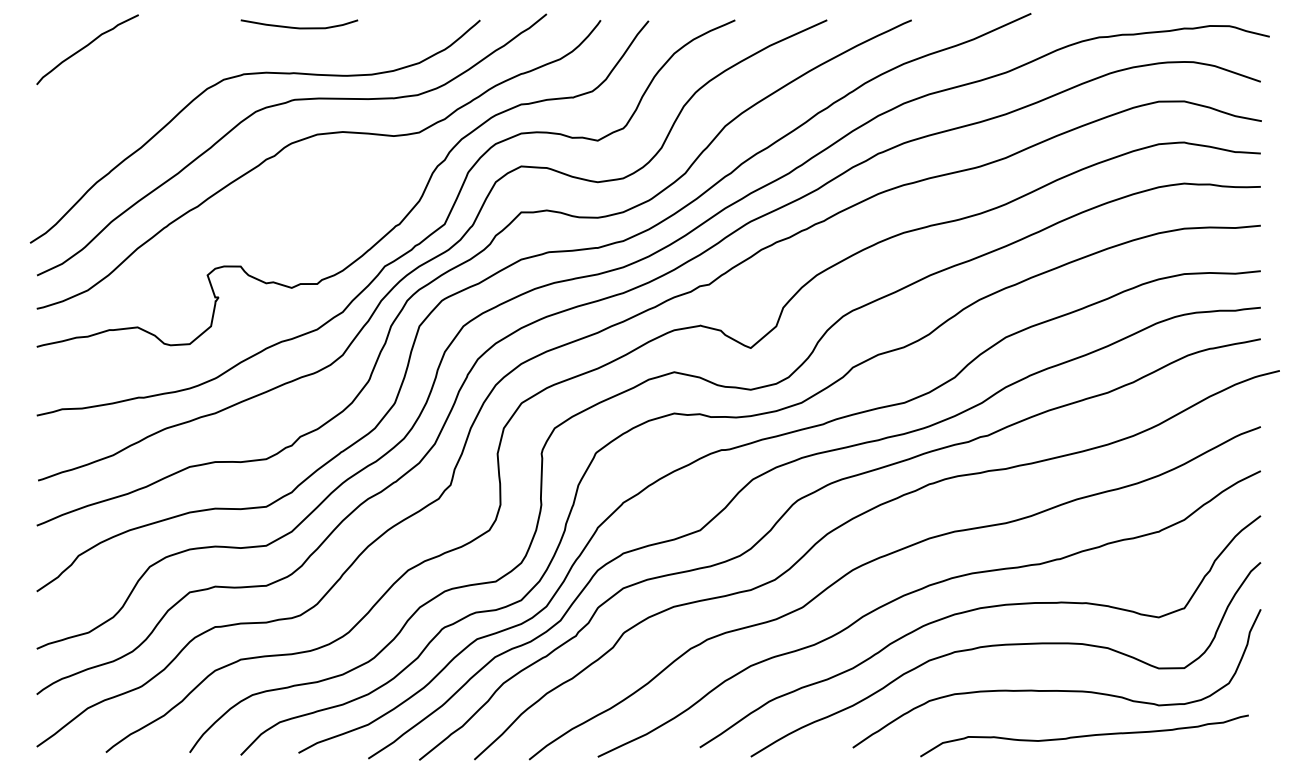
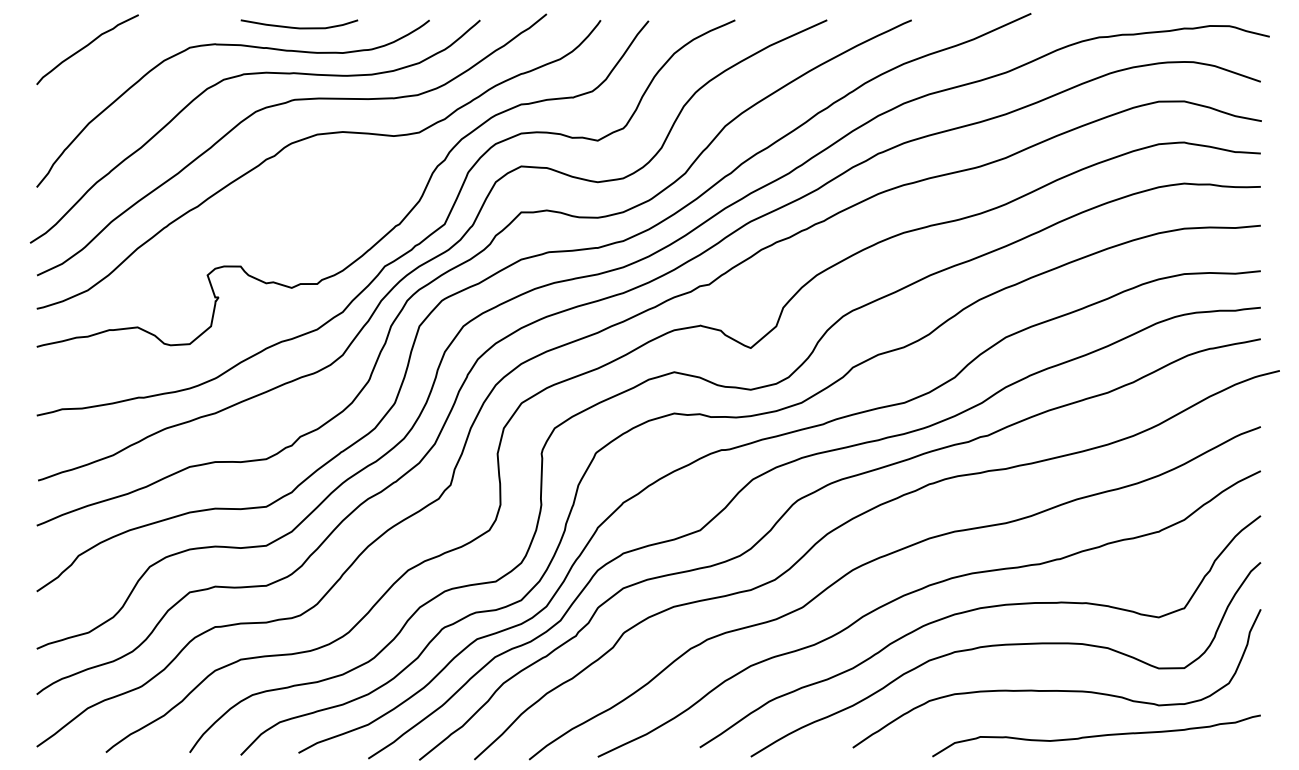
curve at (239, 46): none -> present
curve at (1084, 735) position: (1084, 735) -> (1096, 735)
